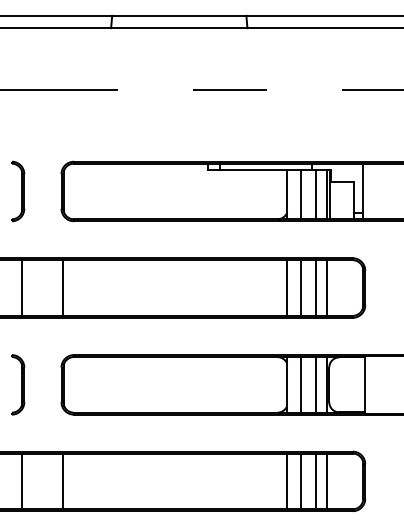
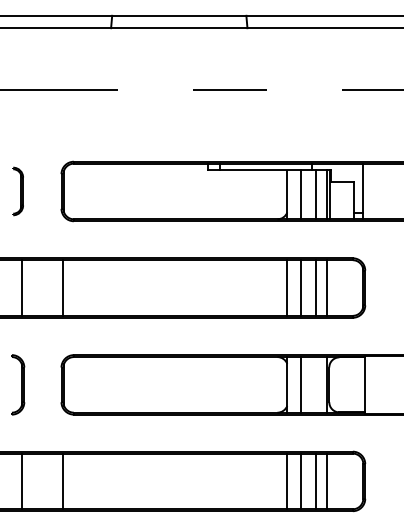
part at (18, 191) size: 15x63 px -> 12x51 px
line at (315, 384): present -> none
